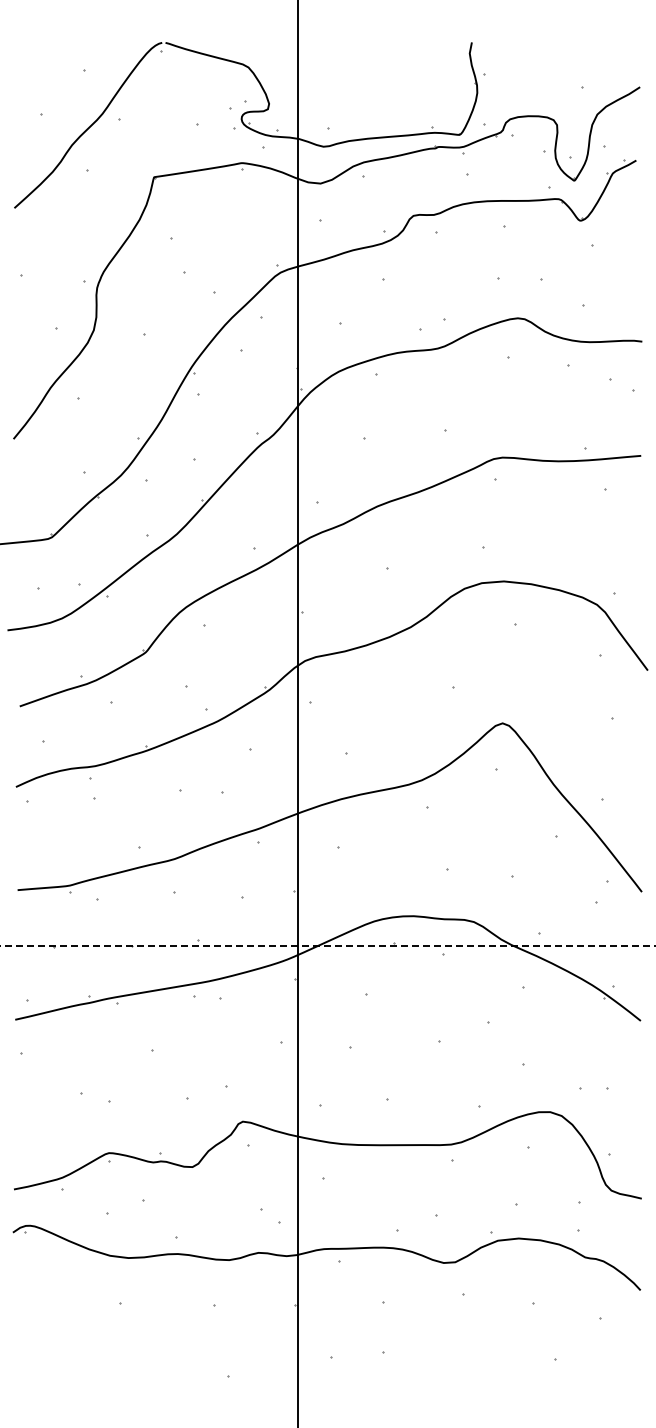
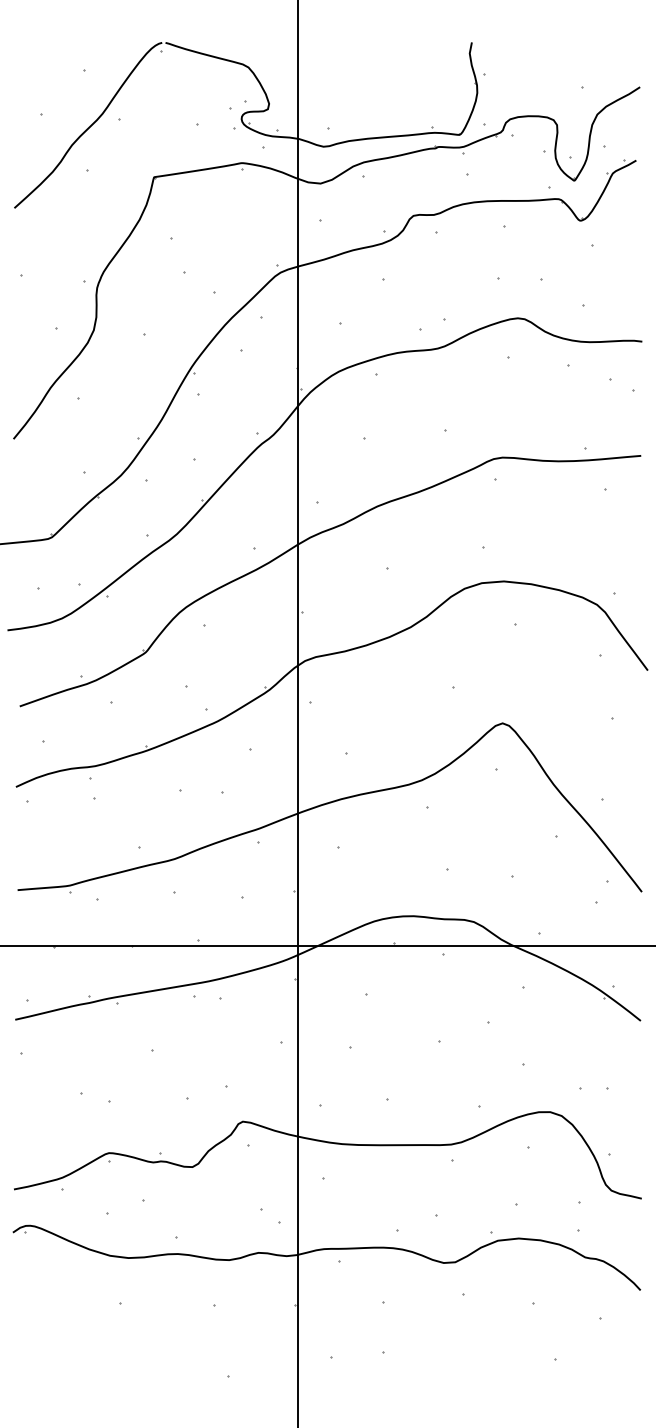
line at (327, 946): dashed -> solid
